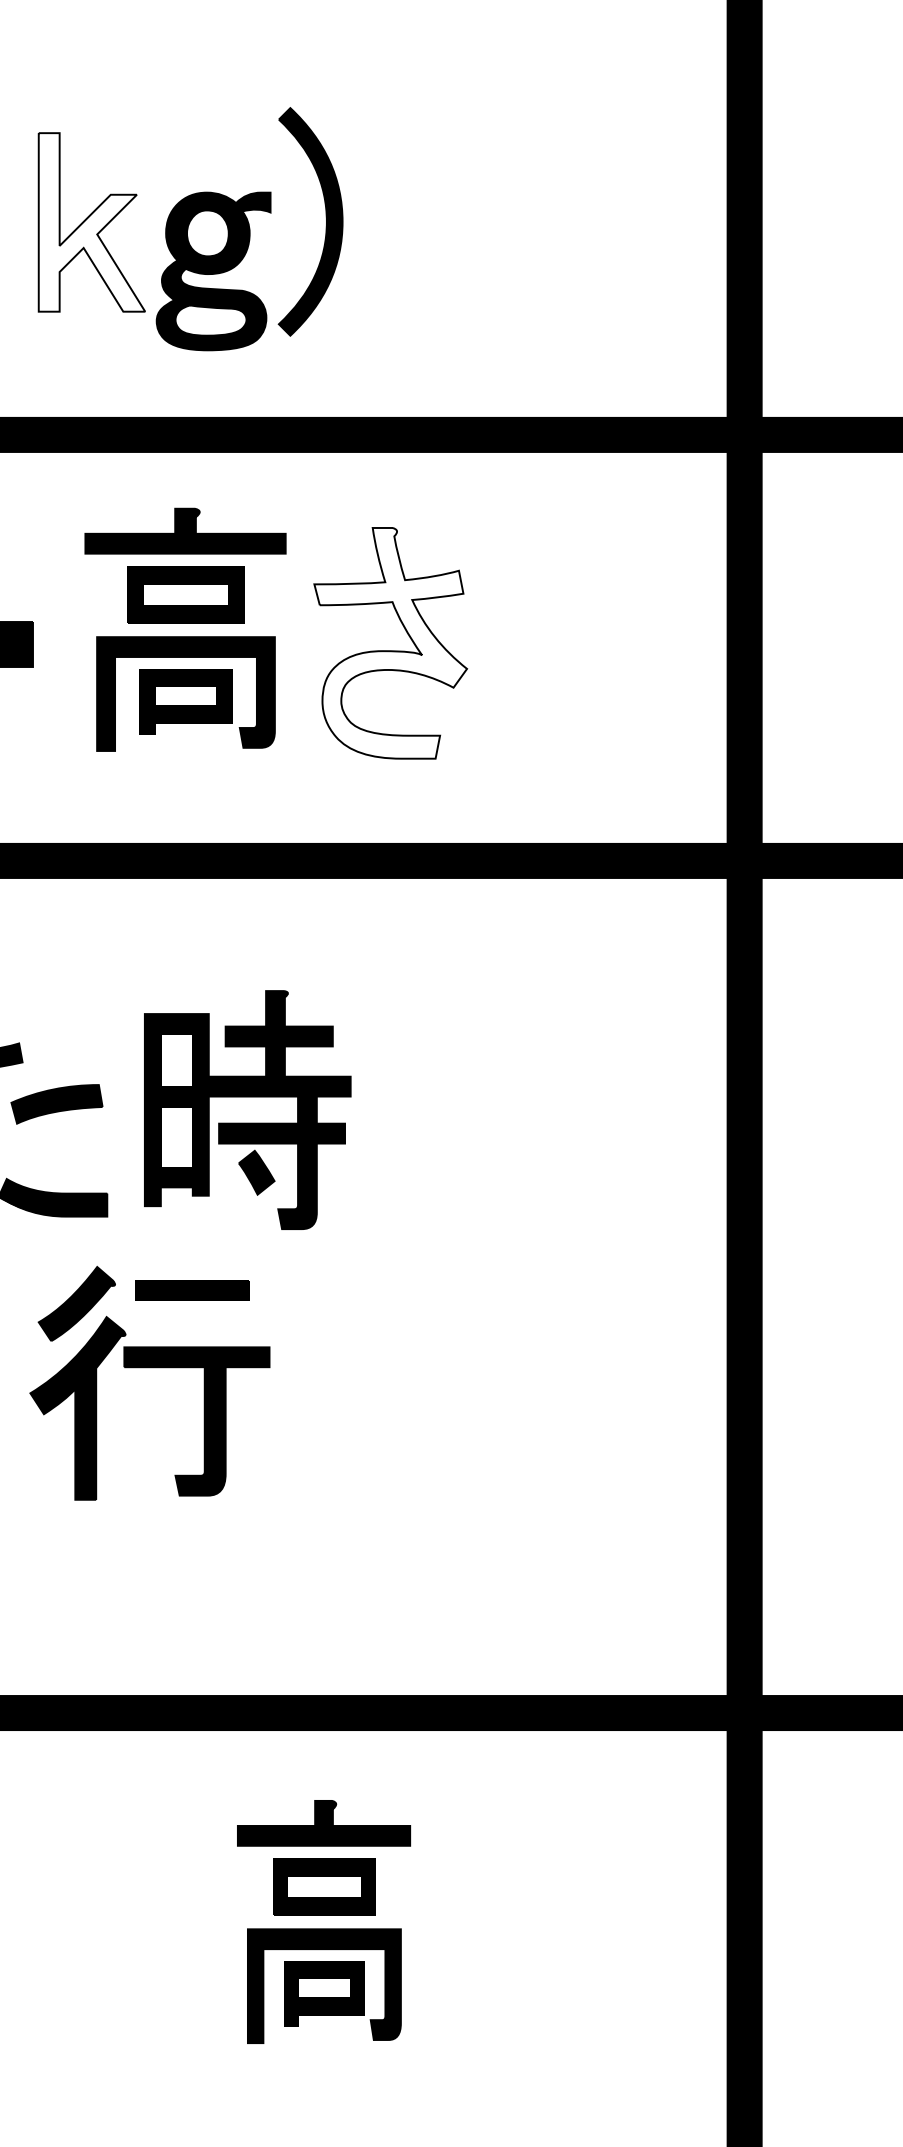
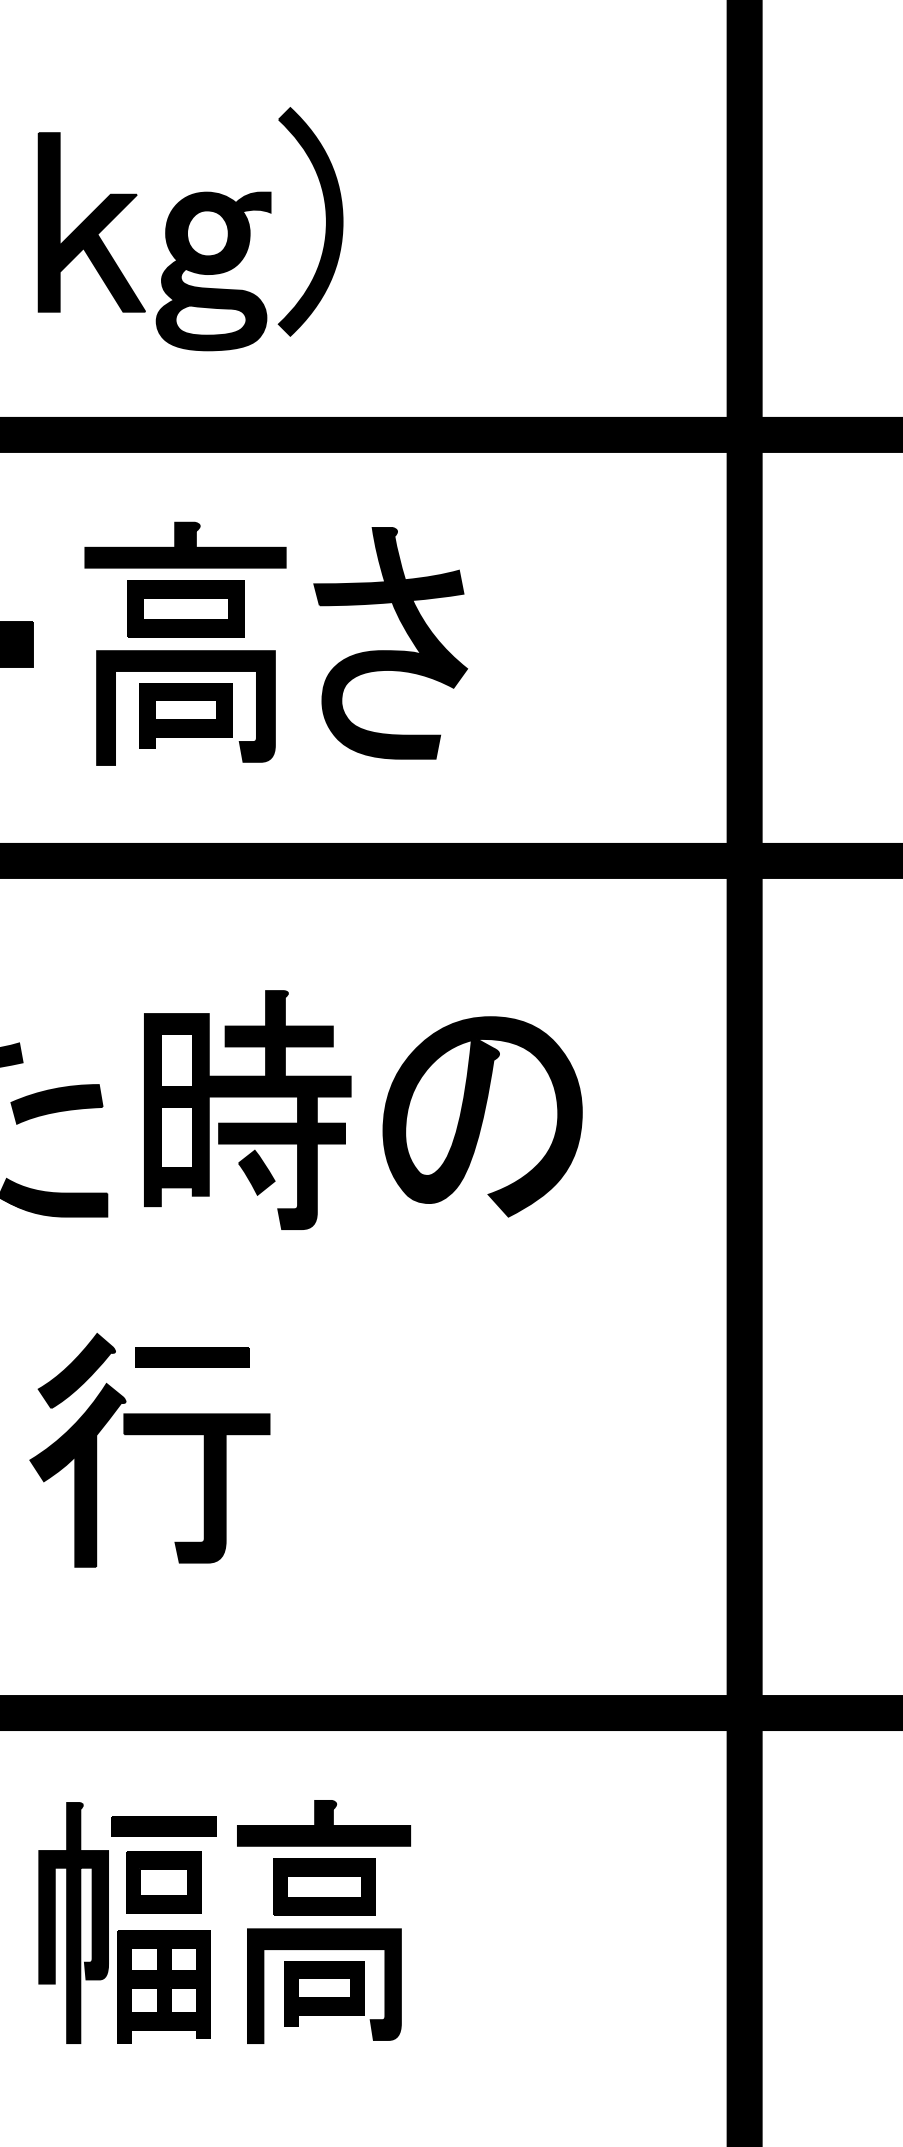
fill at (91, 222): none -> present
part at (185, 629) position: (185, 629) -> (185, 643)
fill at (390, 642): none -> present
part at (482, 1116): none -> present
part at (149, 1368) position: (149, 1368) -> (149, 1435)
part at (127, 1930): none -> present
